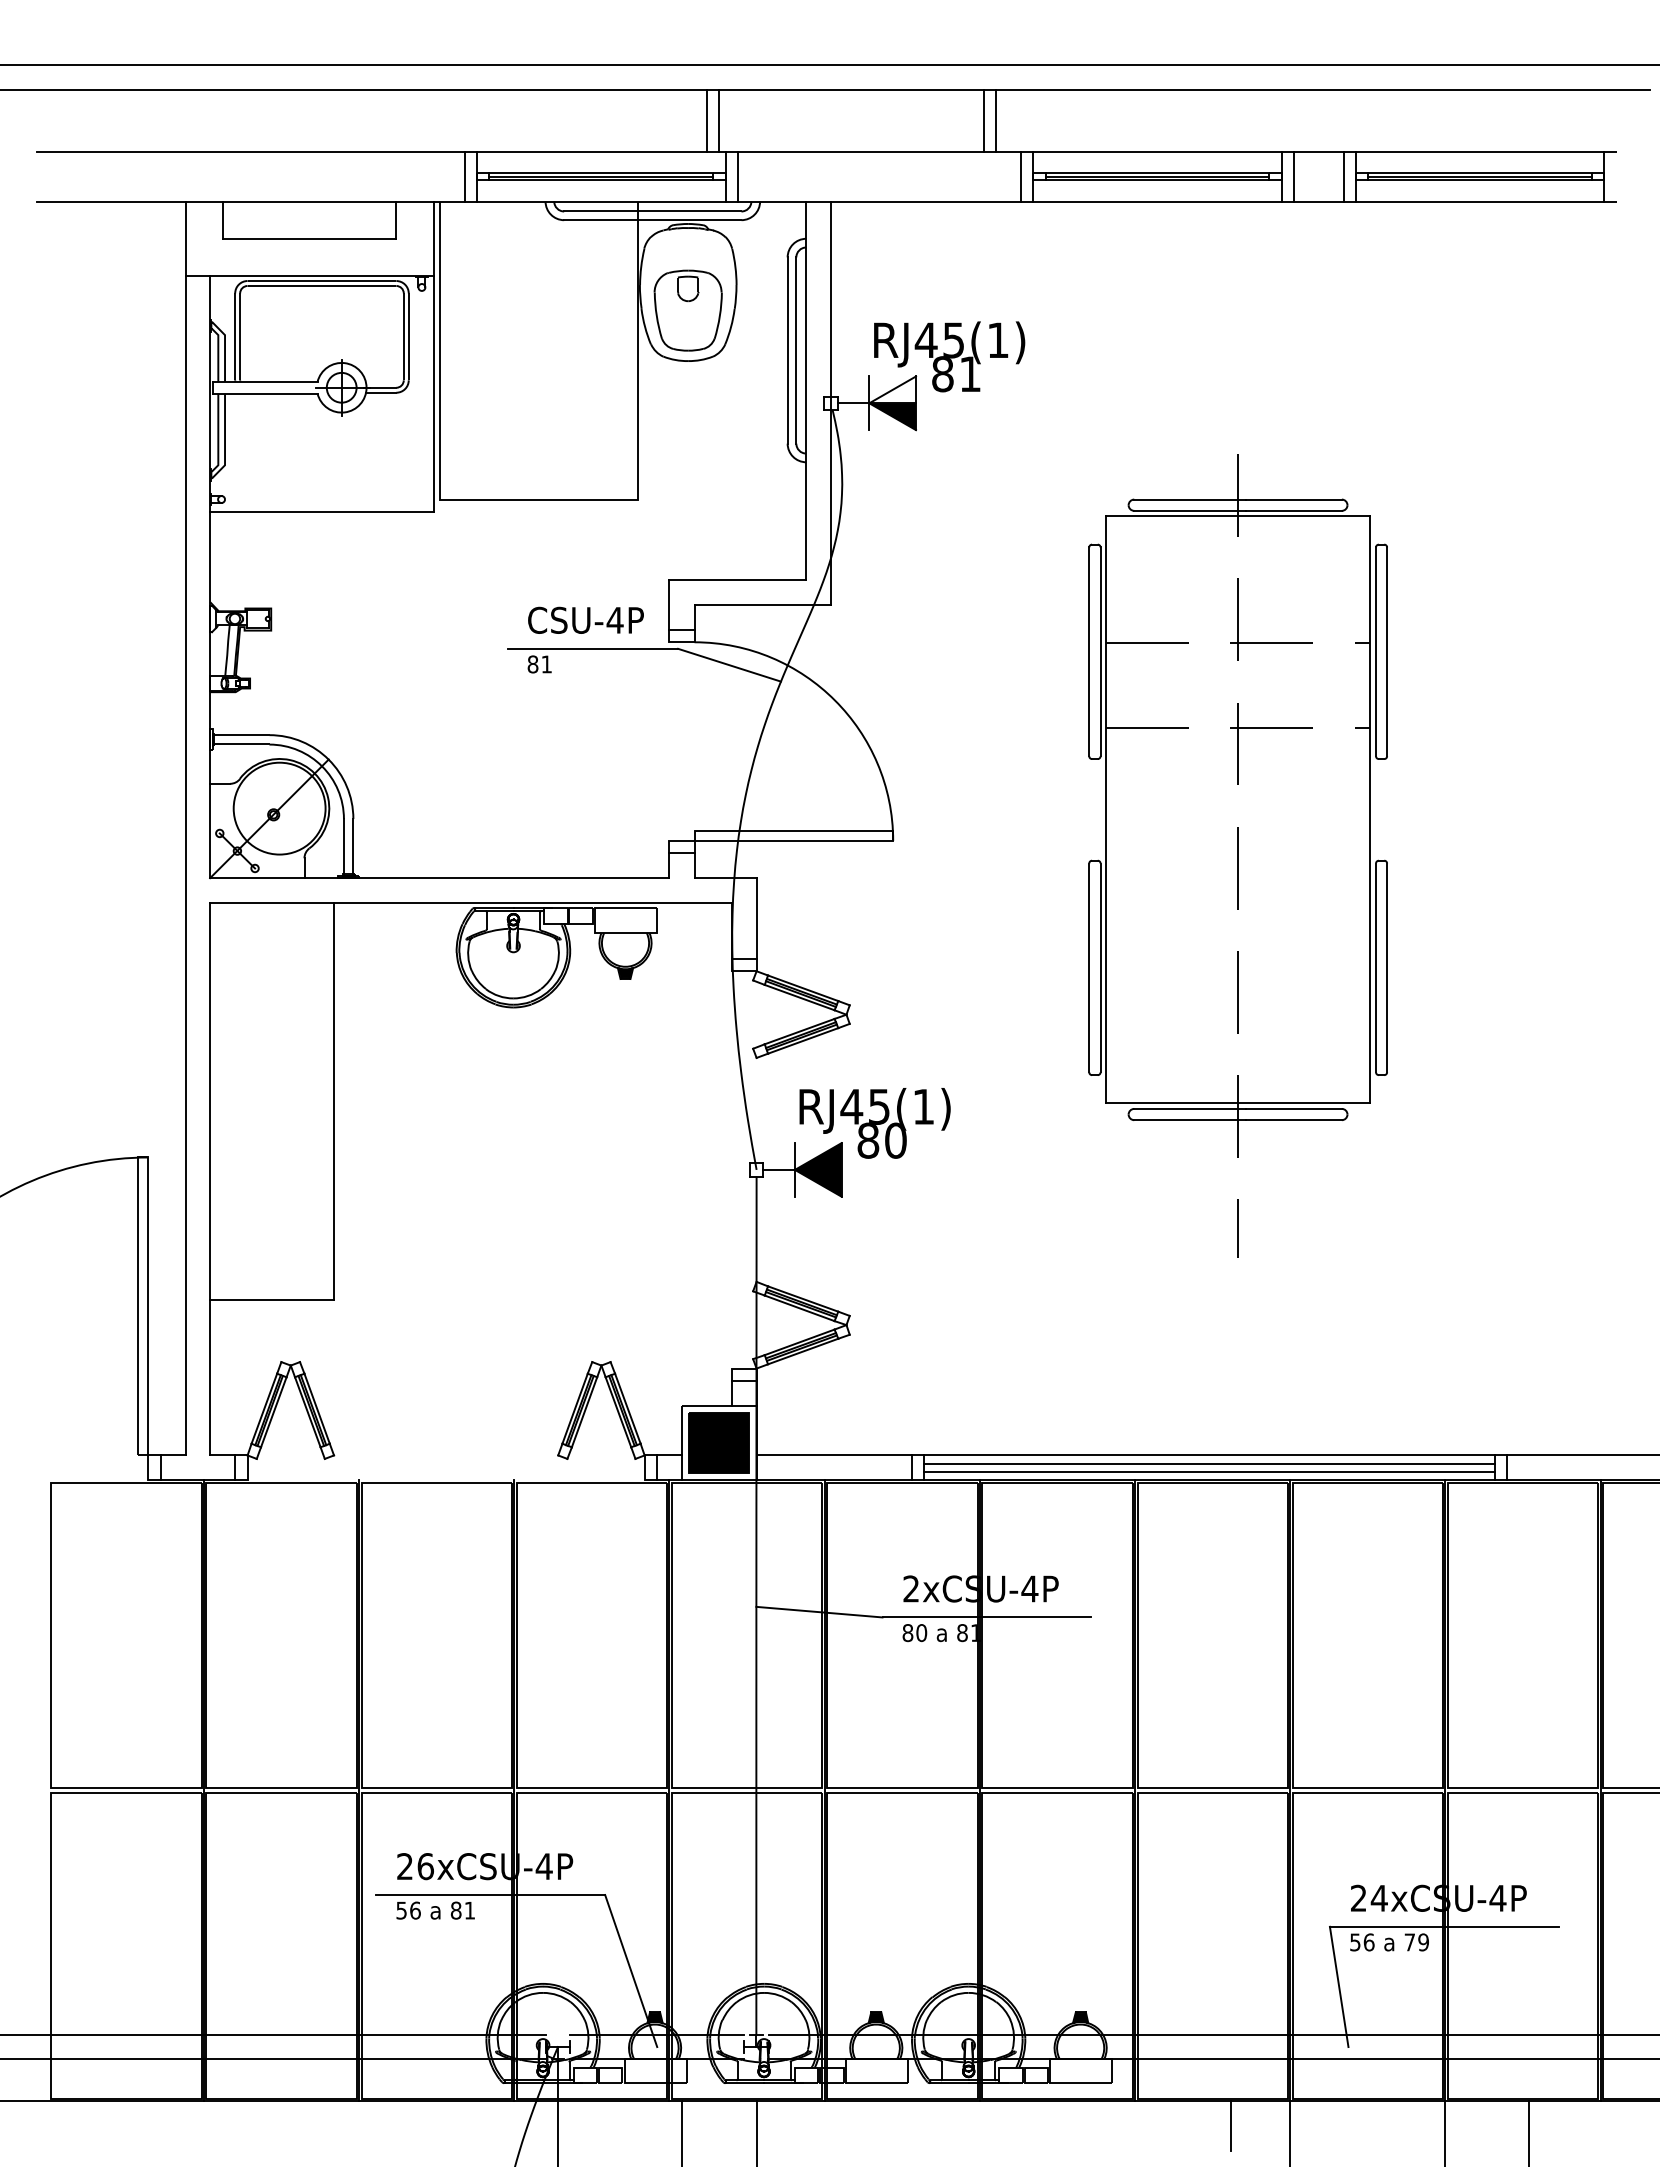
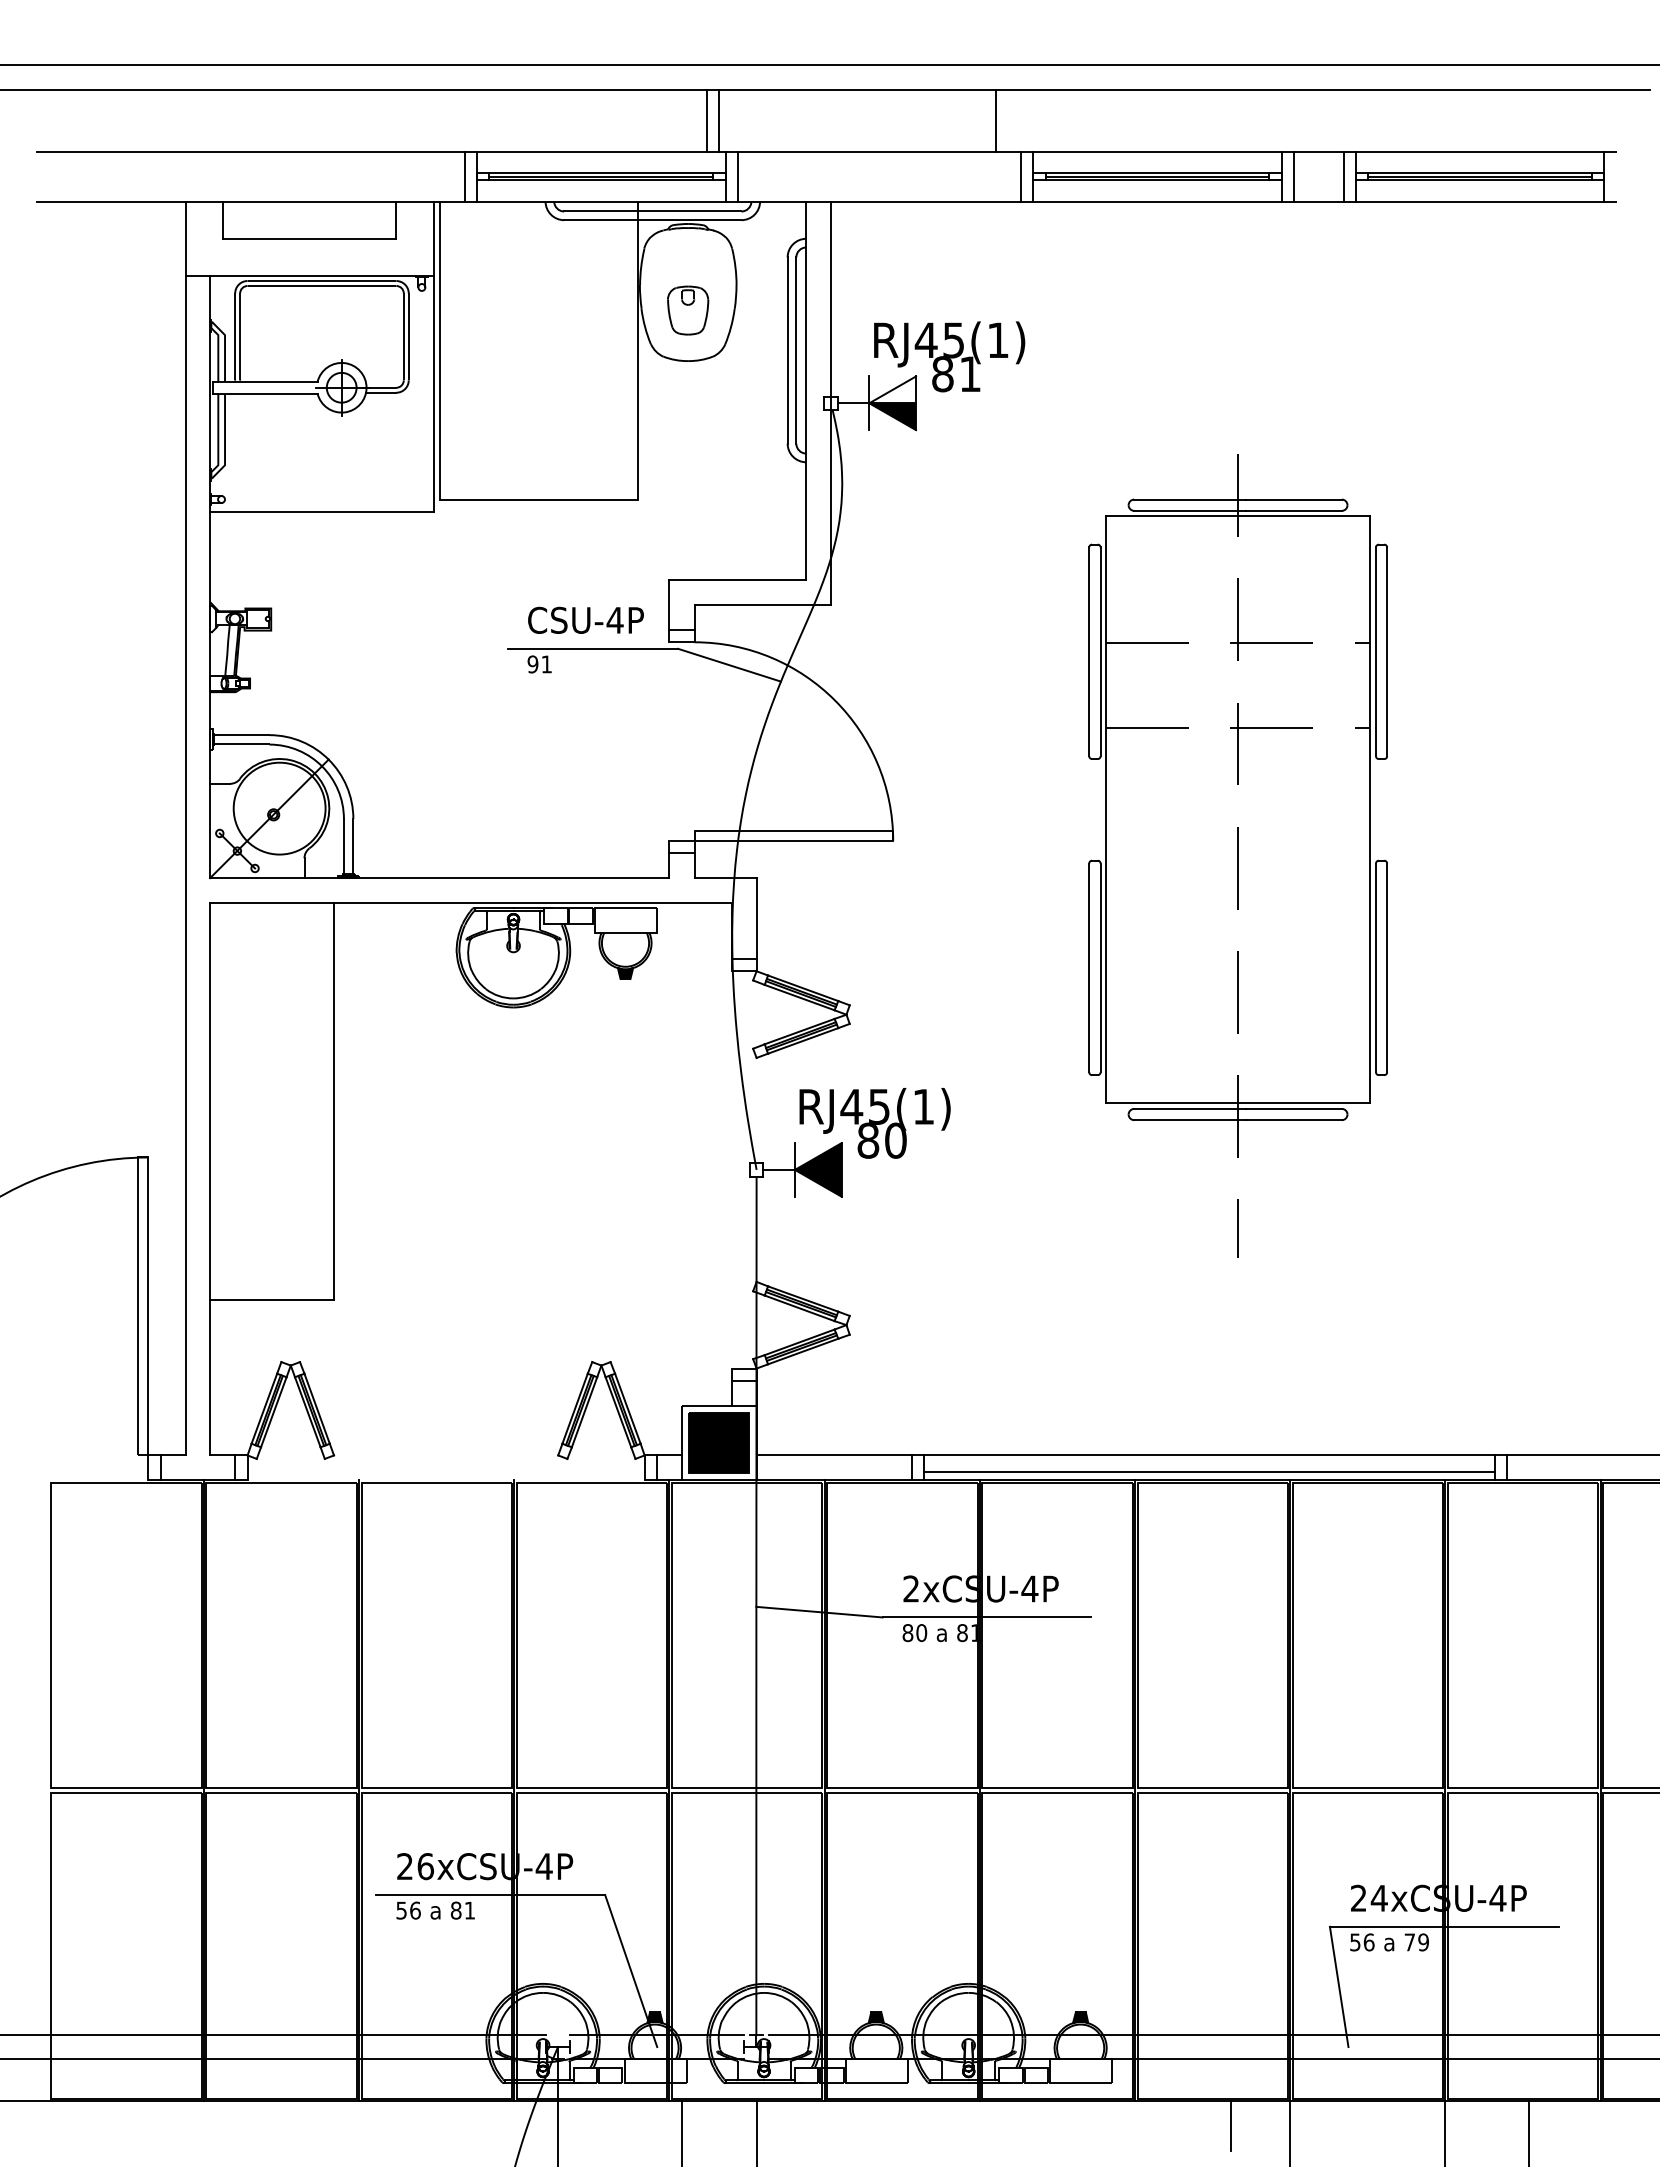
line at (983, 120): present -> none
part at (687, 310) size: 70x83 px -> 43x51 px
text at (532, 664): 81 -> 91
line at (1209, 1464): present -> none
